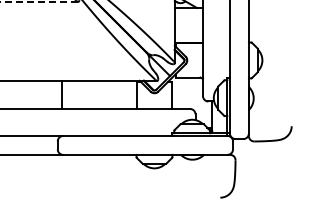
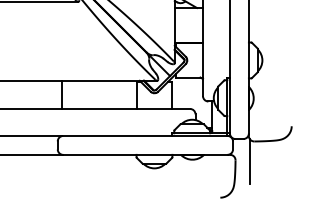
line at (39, 1): dashed -> solid
line at (250, 161): none -> present
